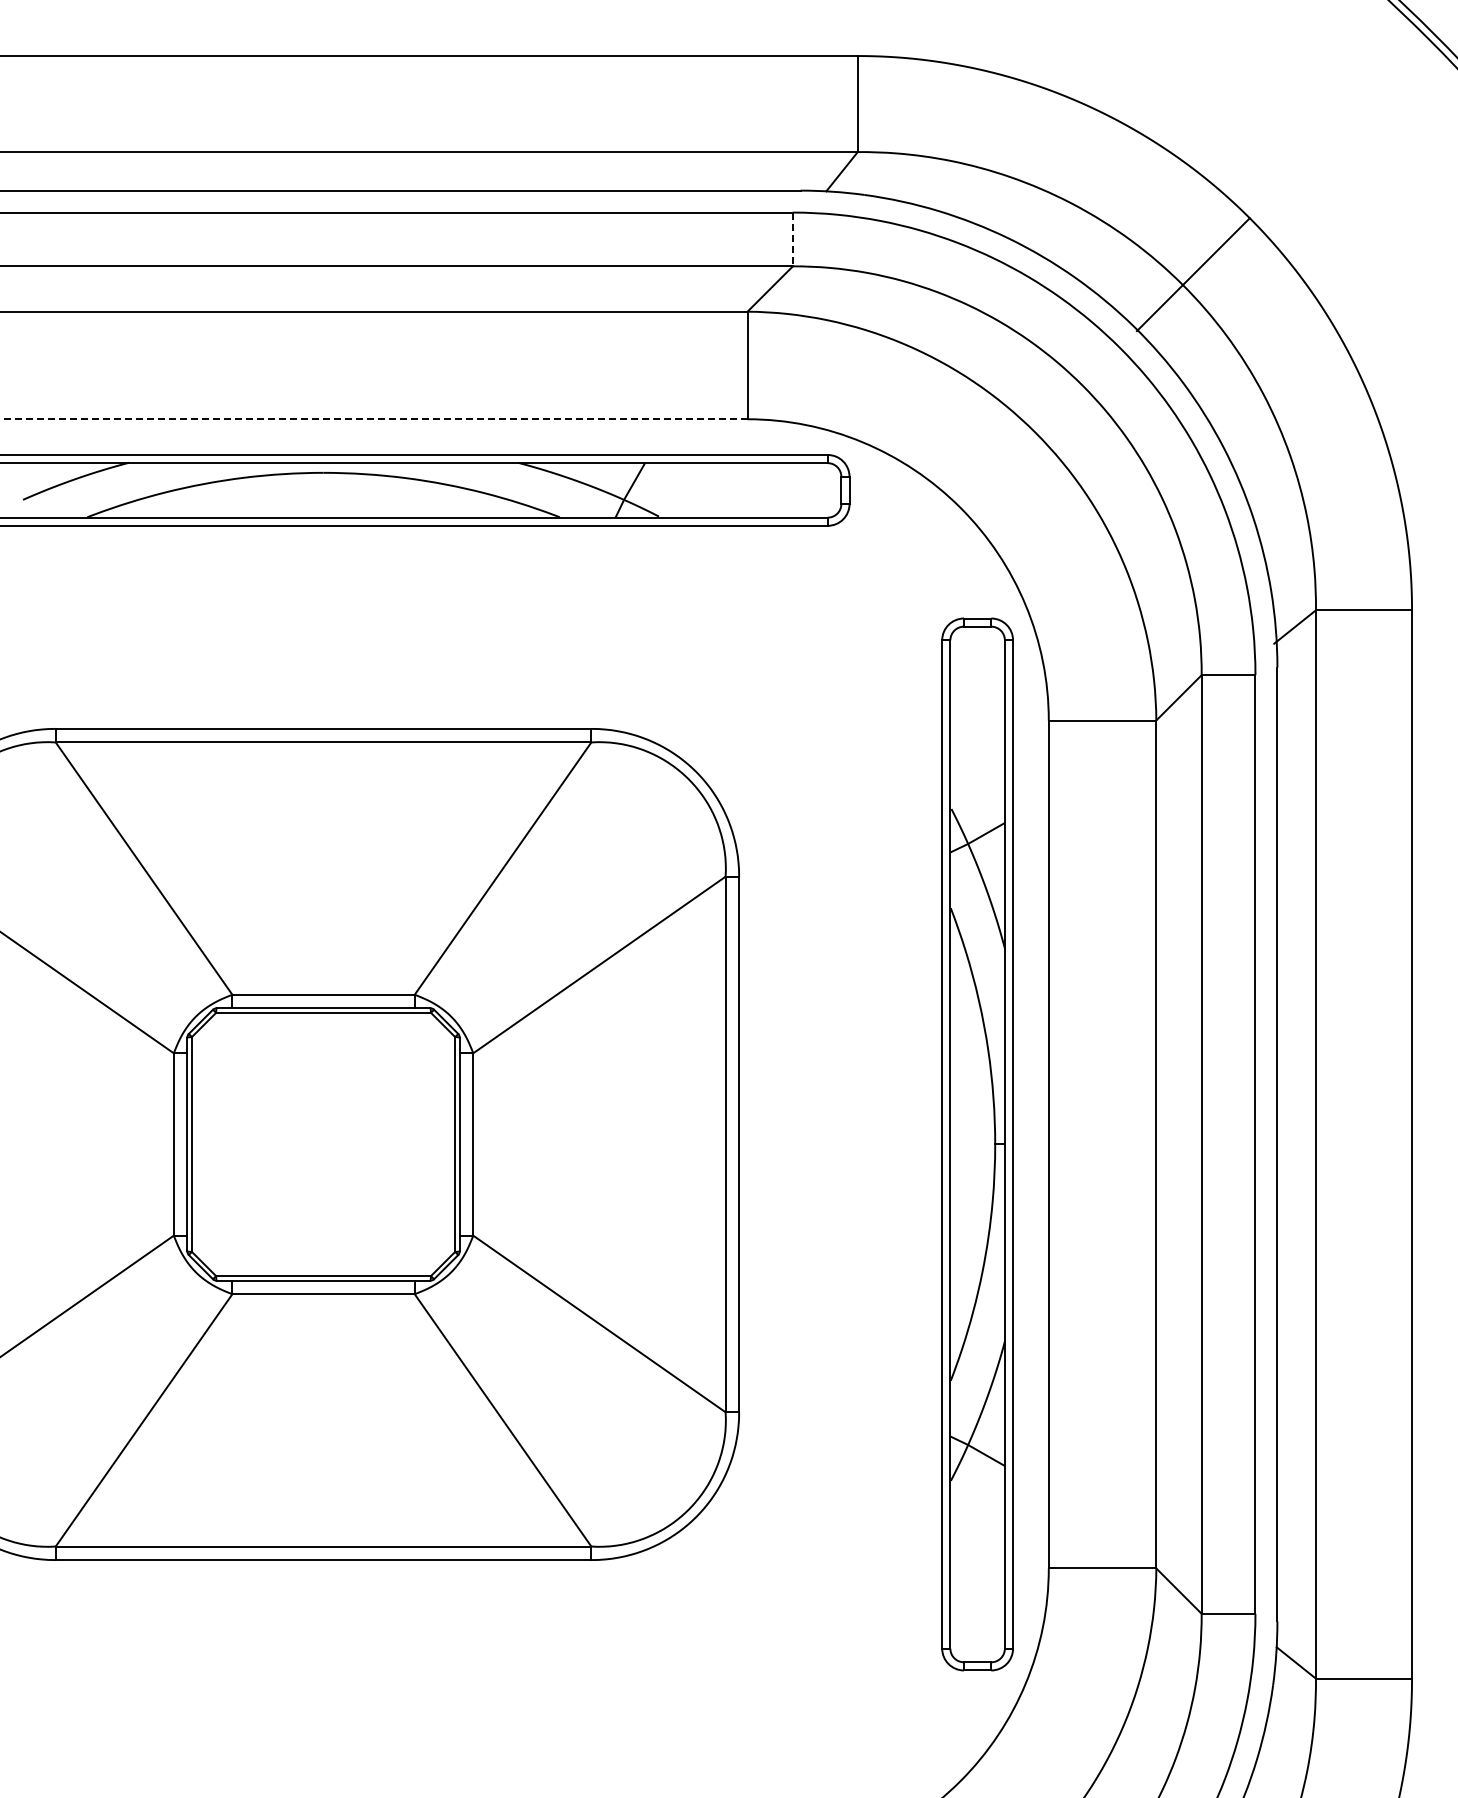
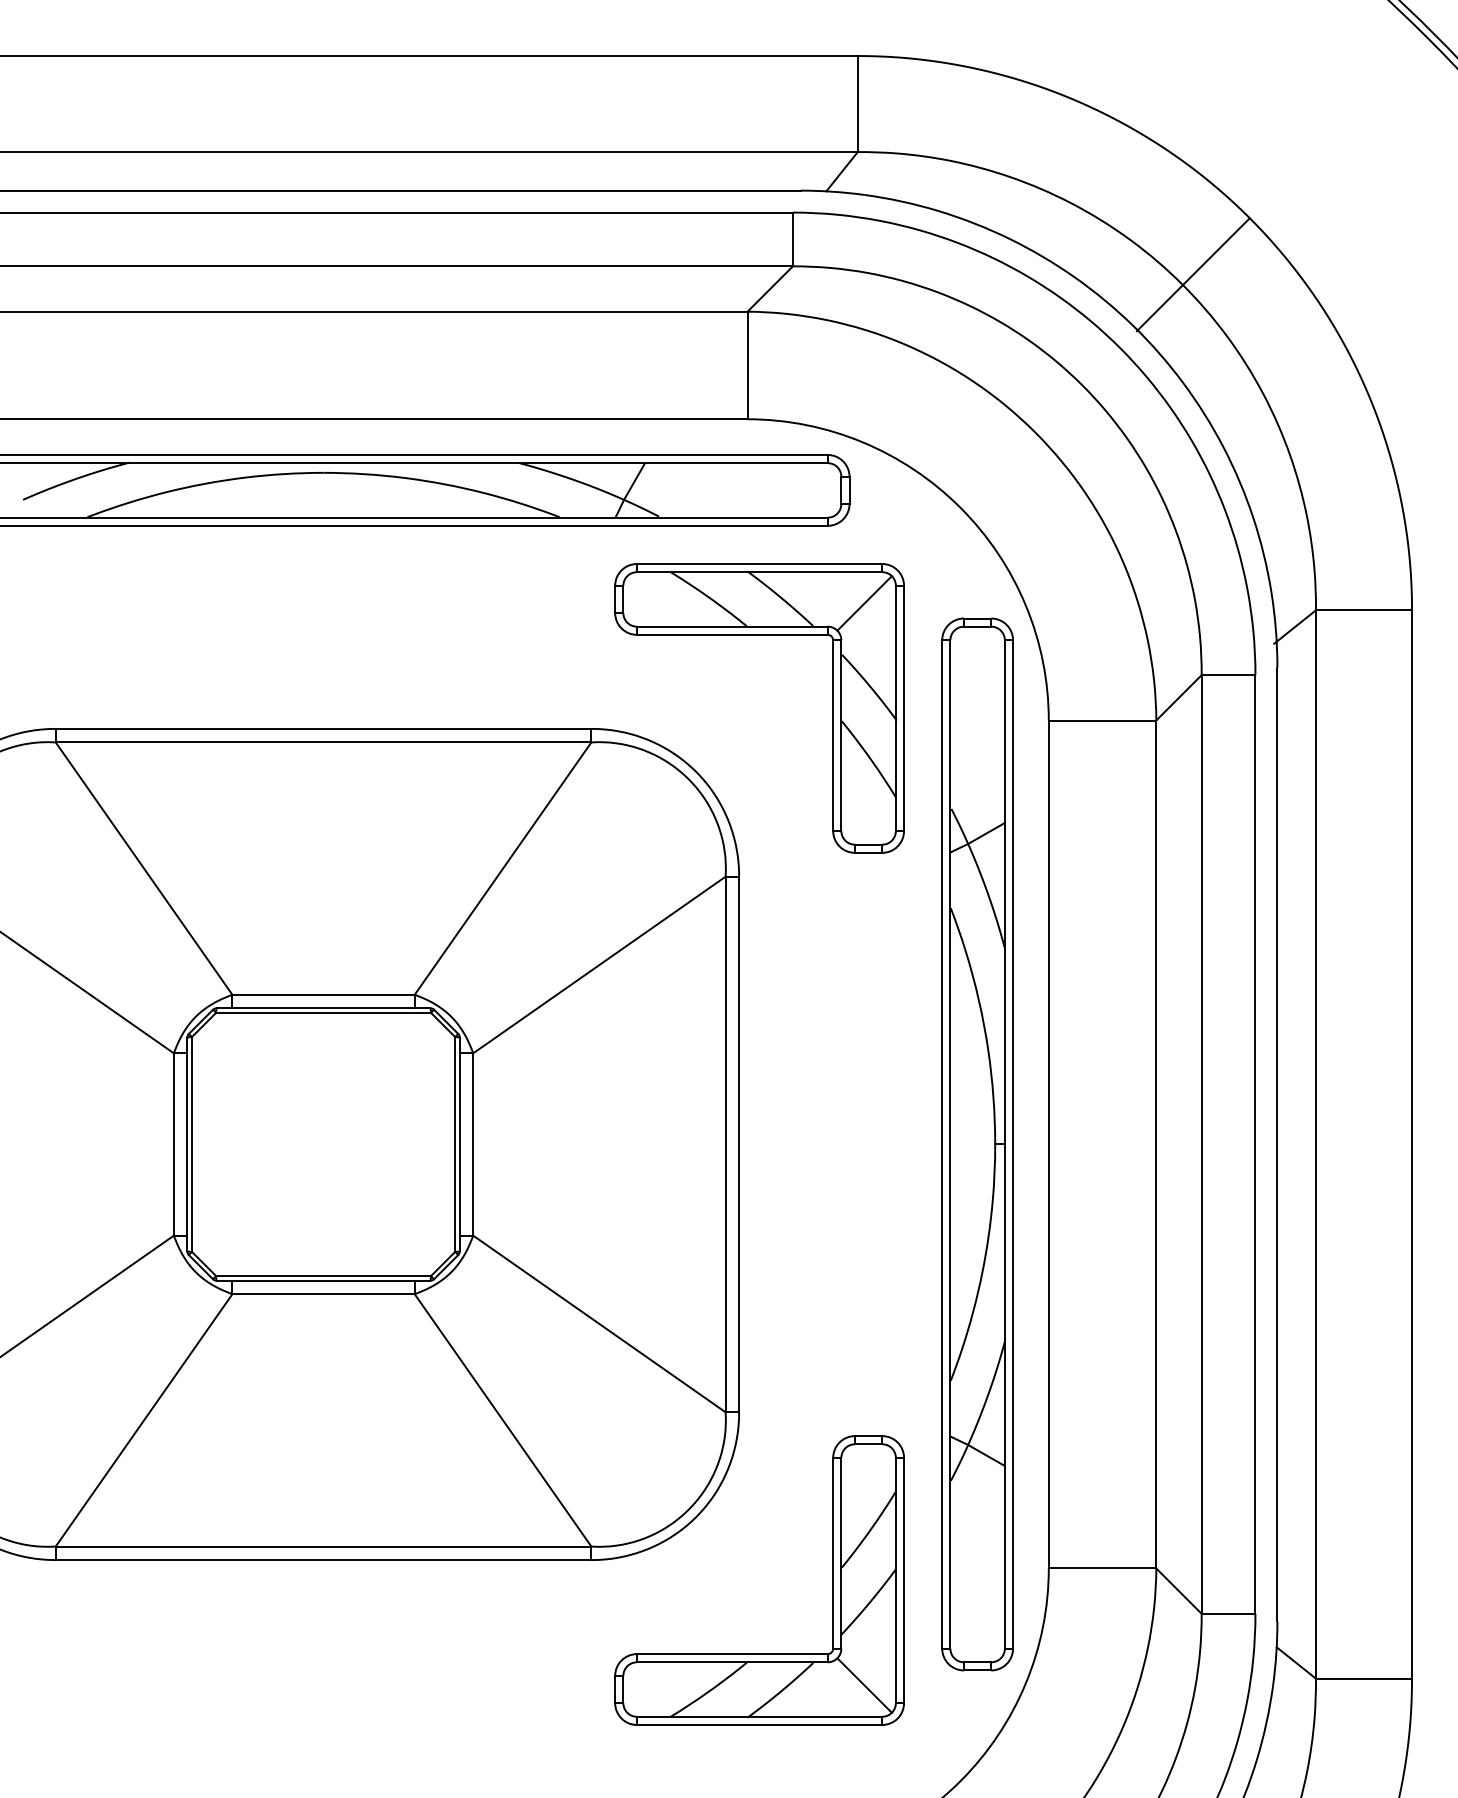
line at (792, 239): dashed -> solid
line at (373, 419): dashed -> solid
part at (759, 635): none -> present
part at (832, 1580): none -> present
